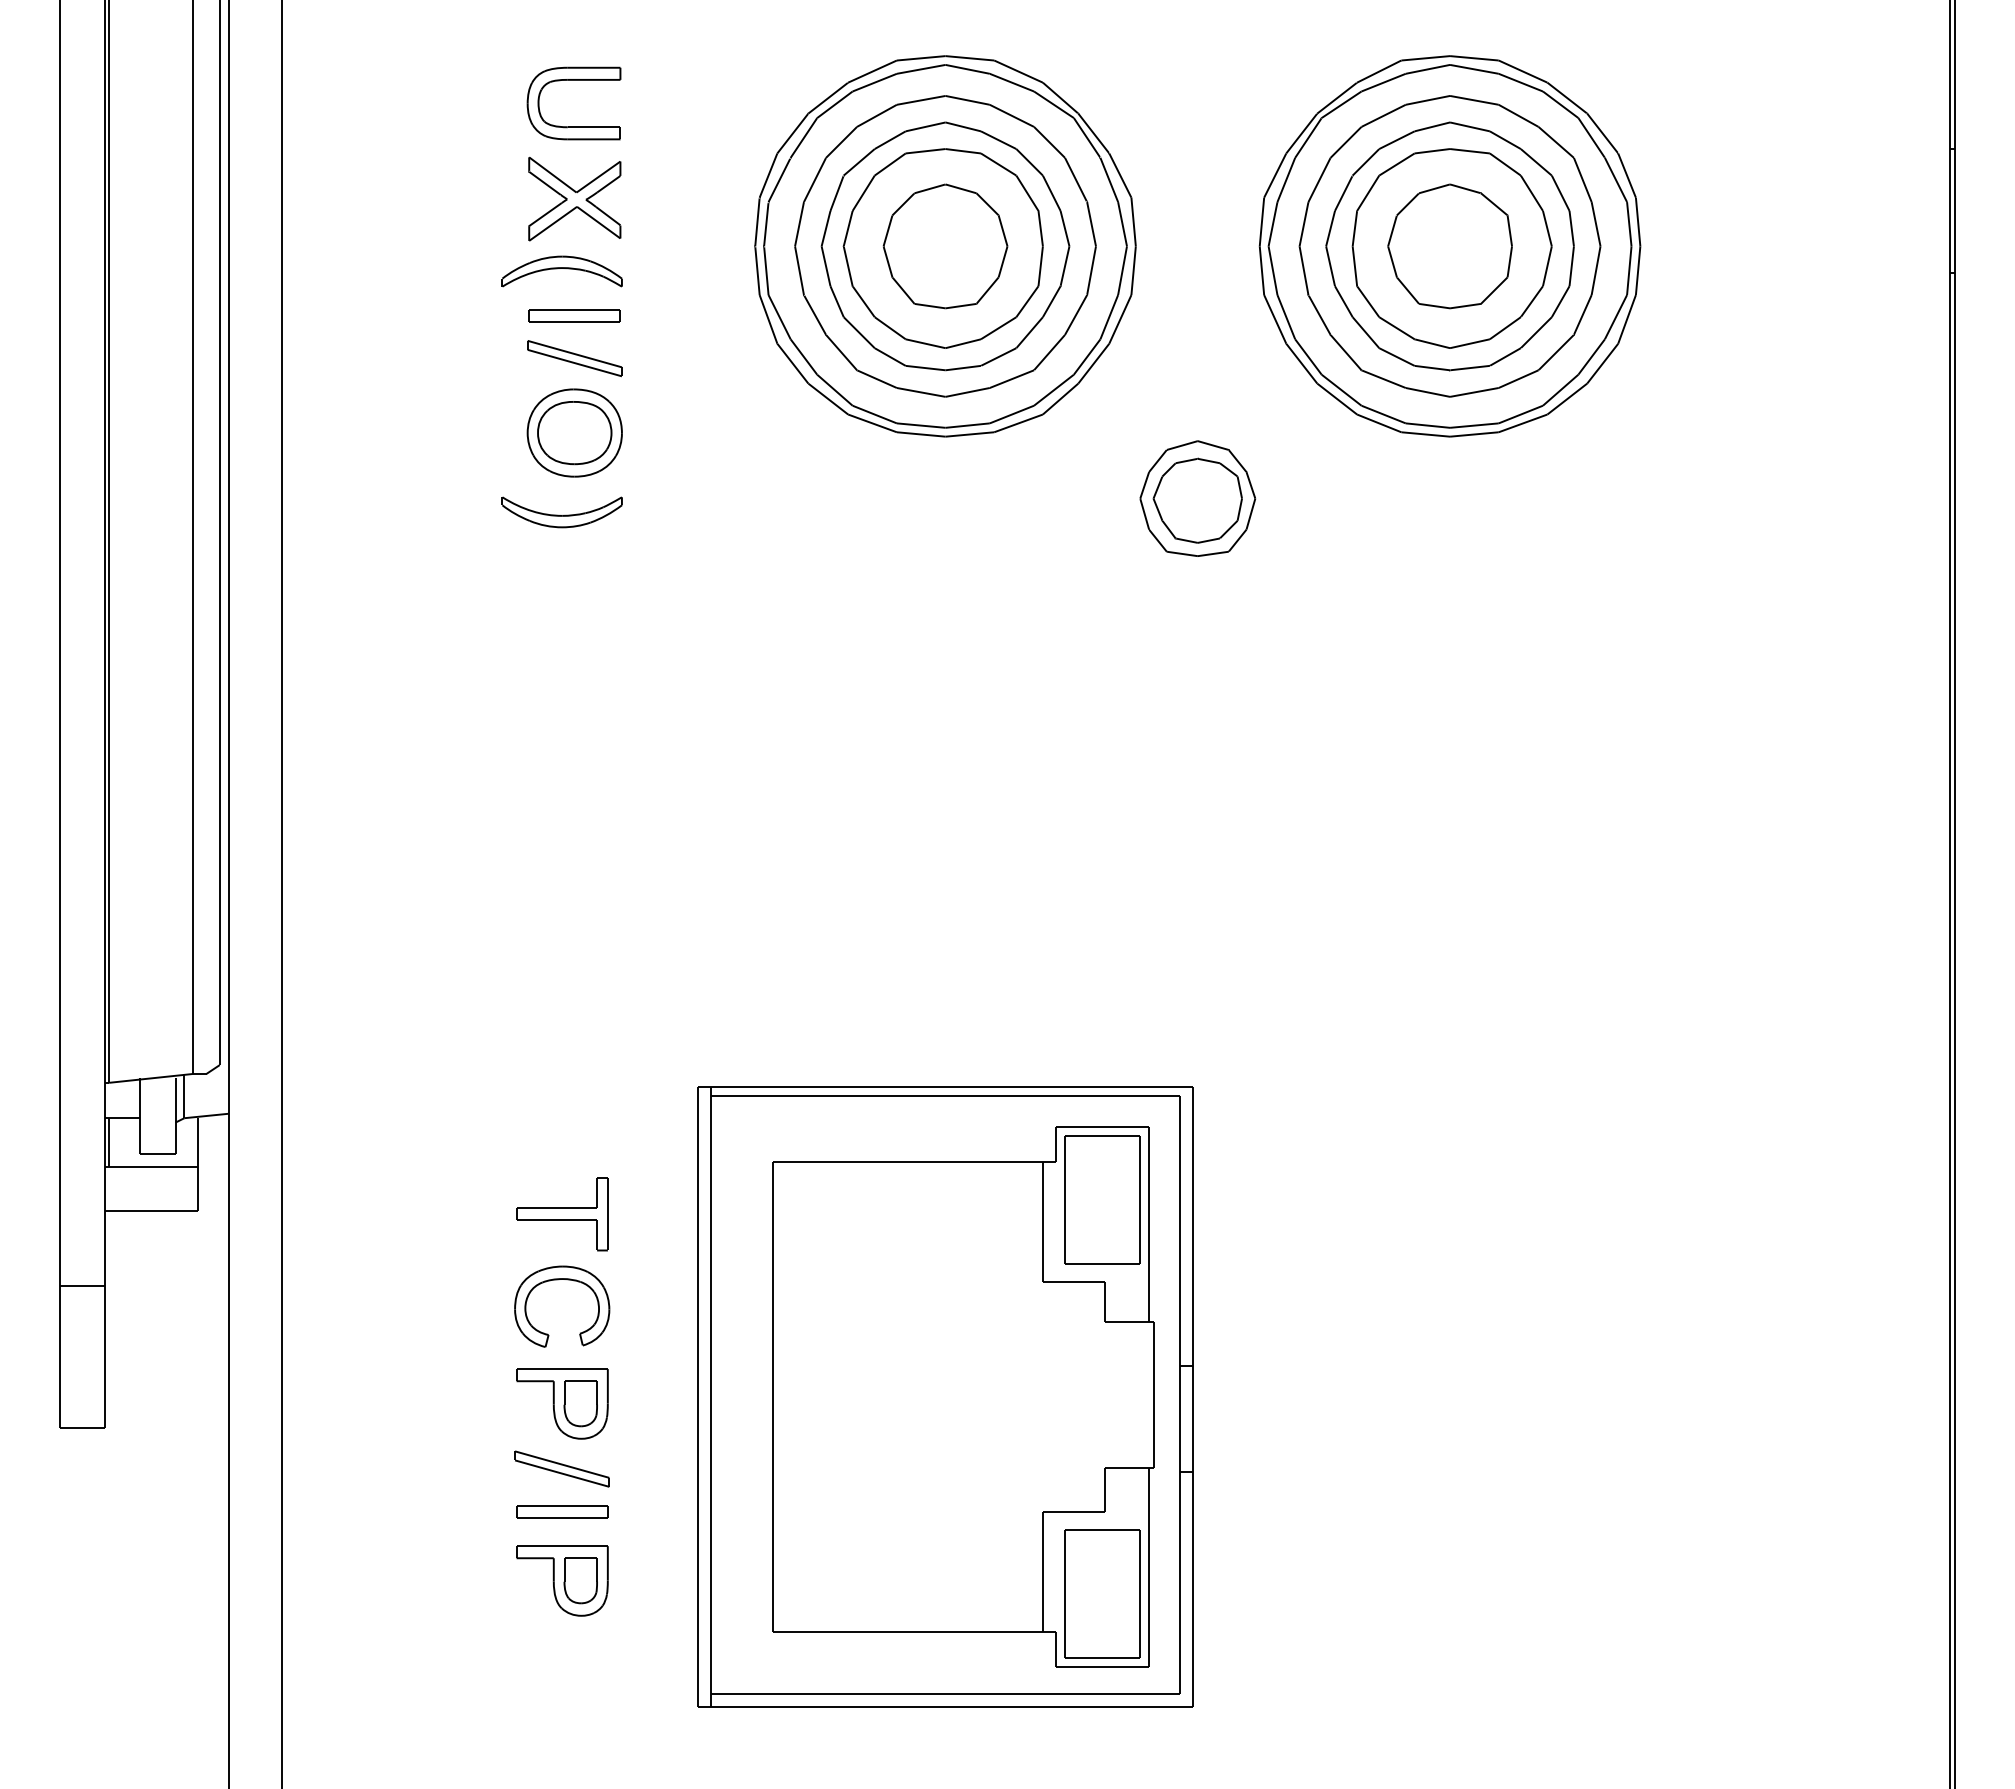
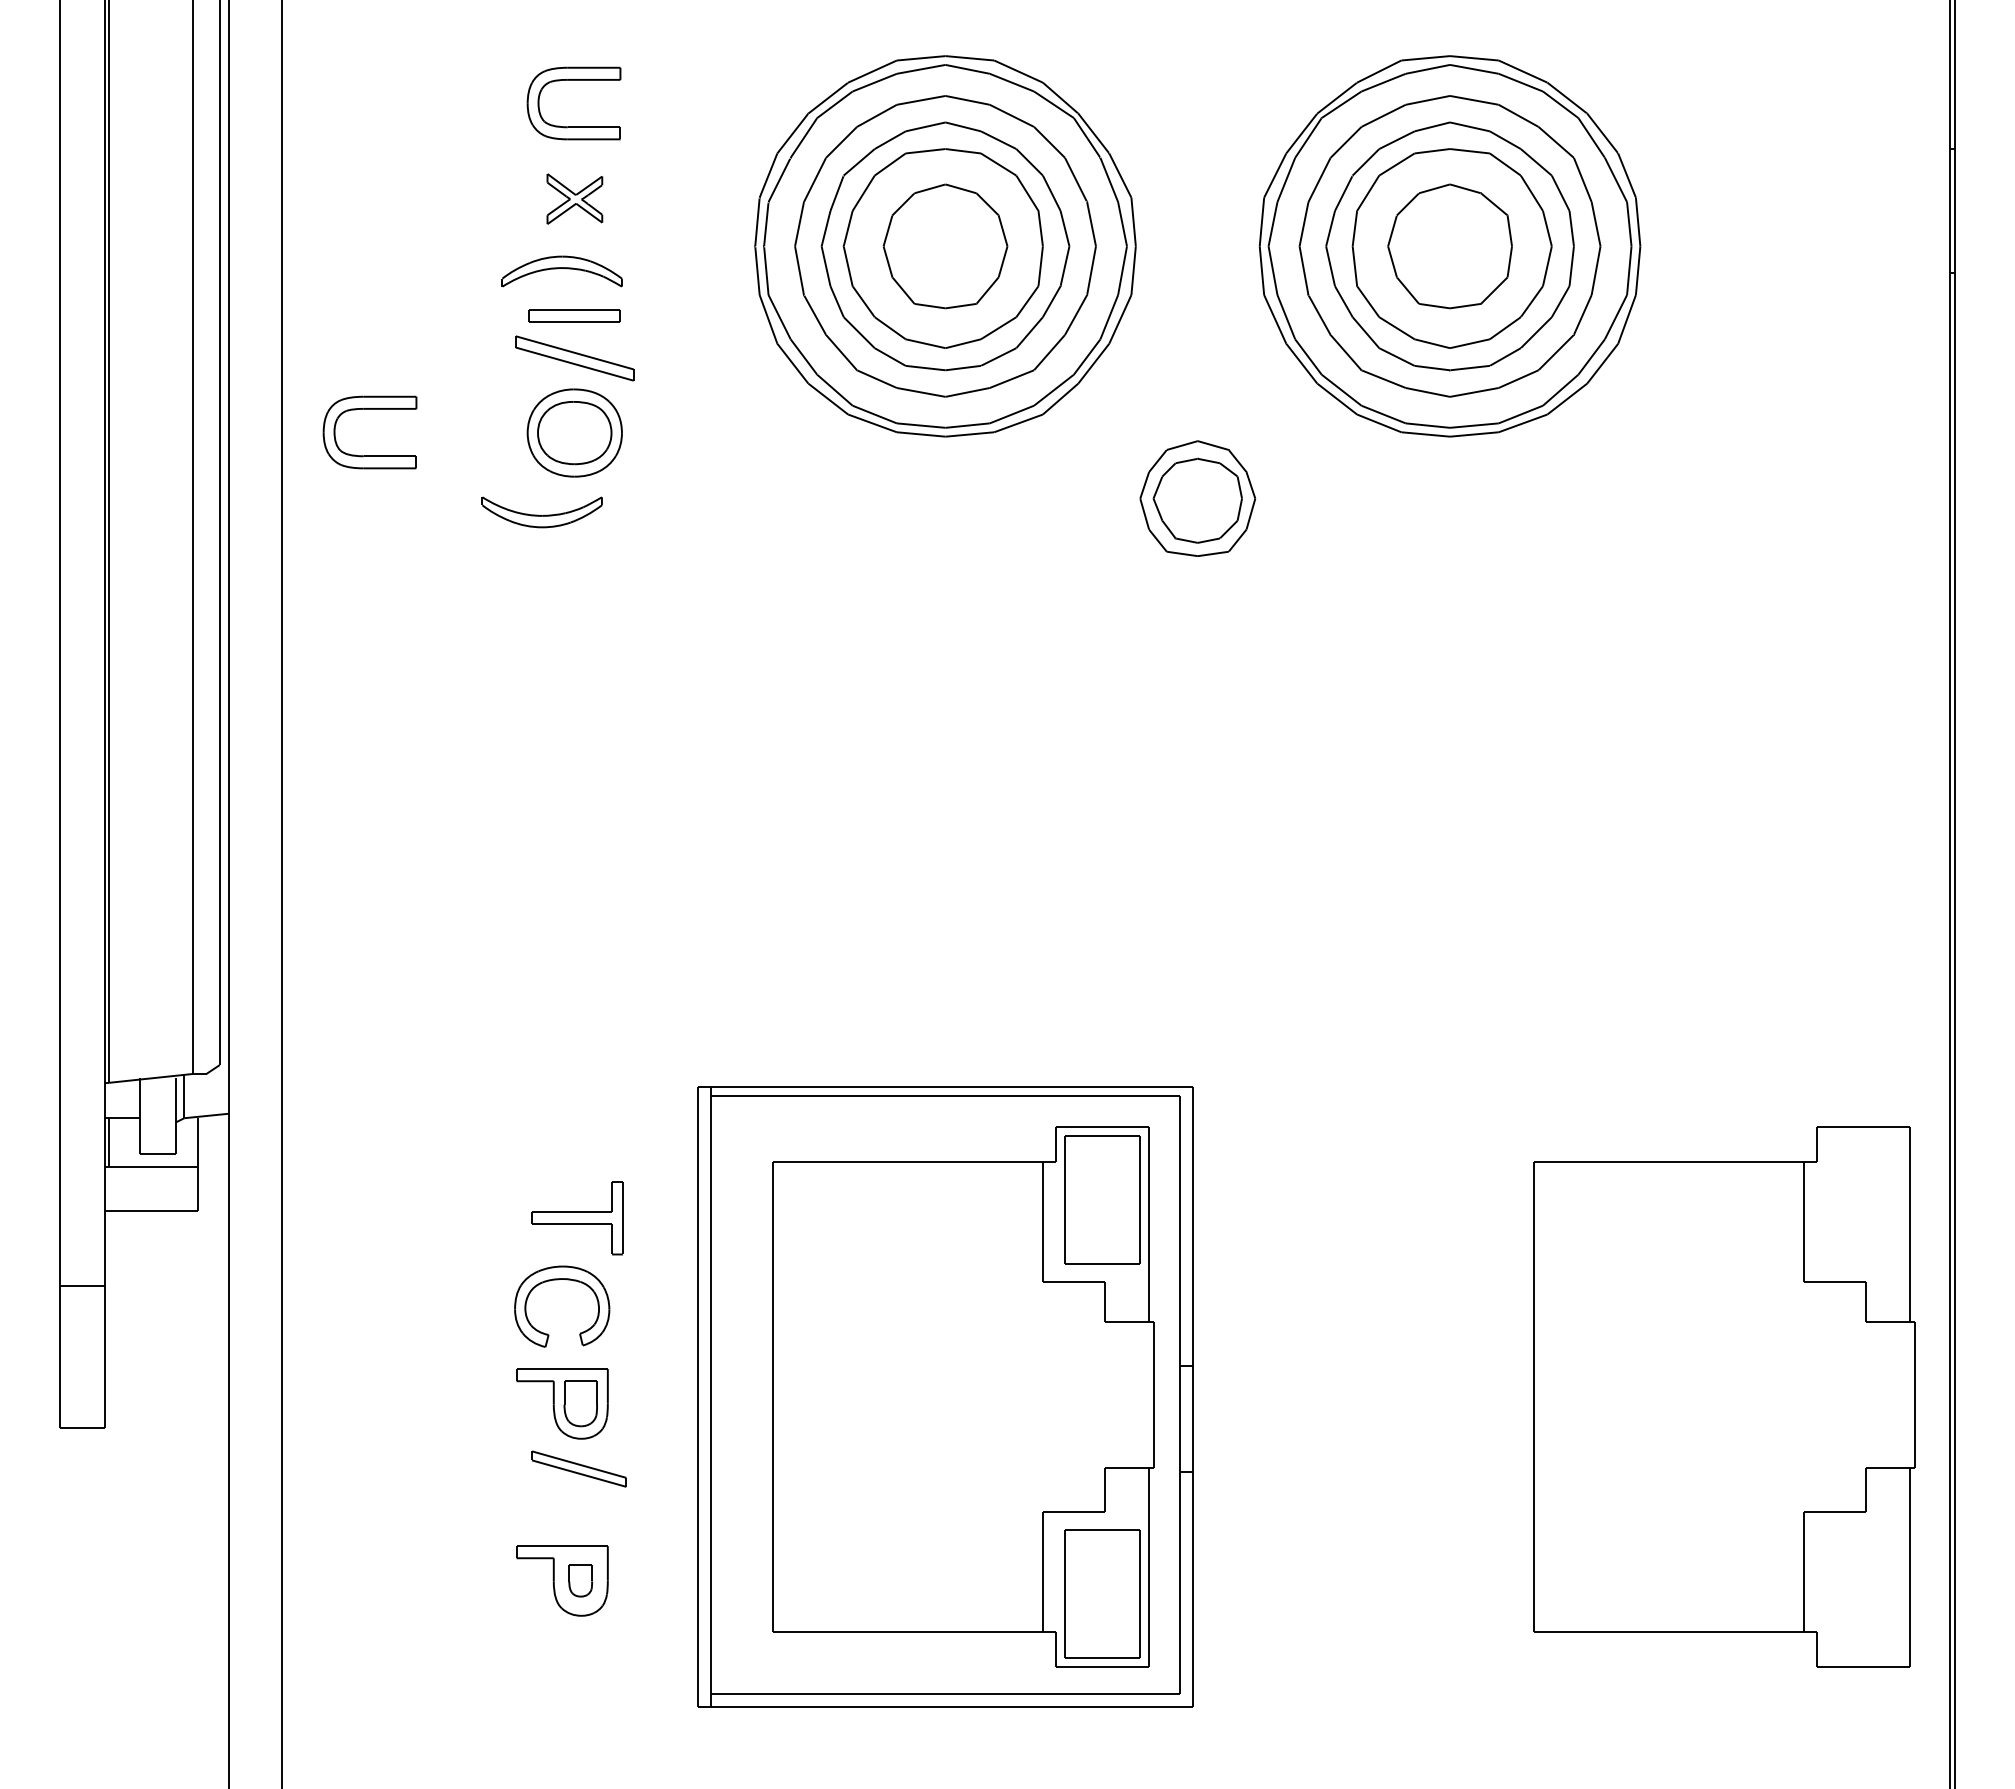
part at (574, 198) size: 94x86 px -> 58x52 px
part at (574, 358) size: 96x38 px -> 120x47 px
part at (369, 409): none -> present
part at (561, 512) position: (561, 512) -> (541, 512)
part at (562, 1214) position: (562, 1214) -> (577, 1218)
part at (1724, 1396): none -> present
part at (561, 1468) position: (561, 1468) -> (578, 1468)
part at (562, 1511): present -> none
part at (580, 1580) size: 35x48 px -> 25x34 px
